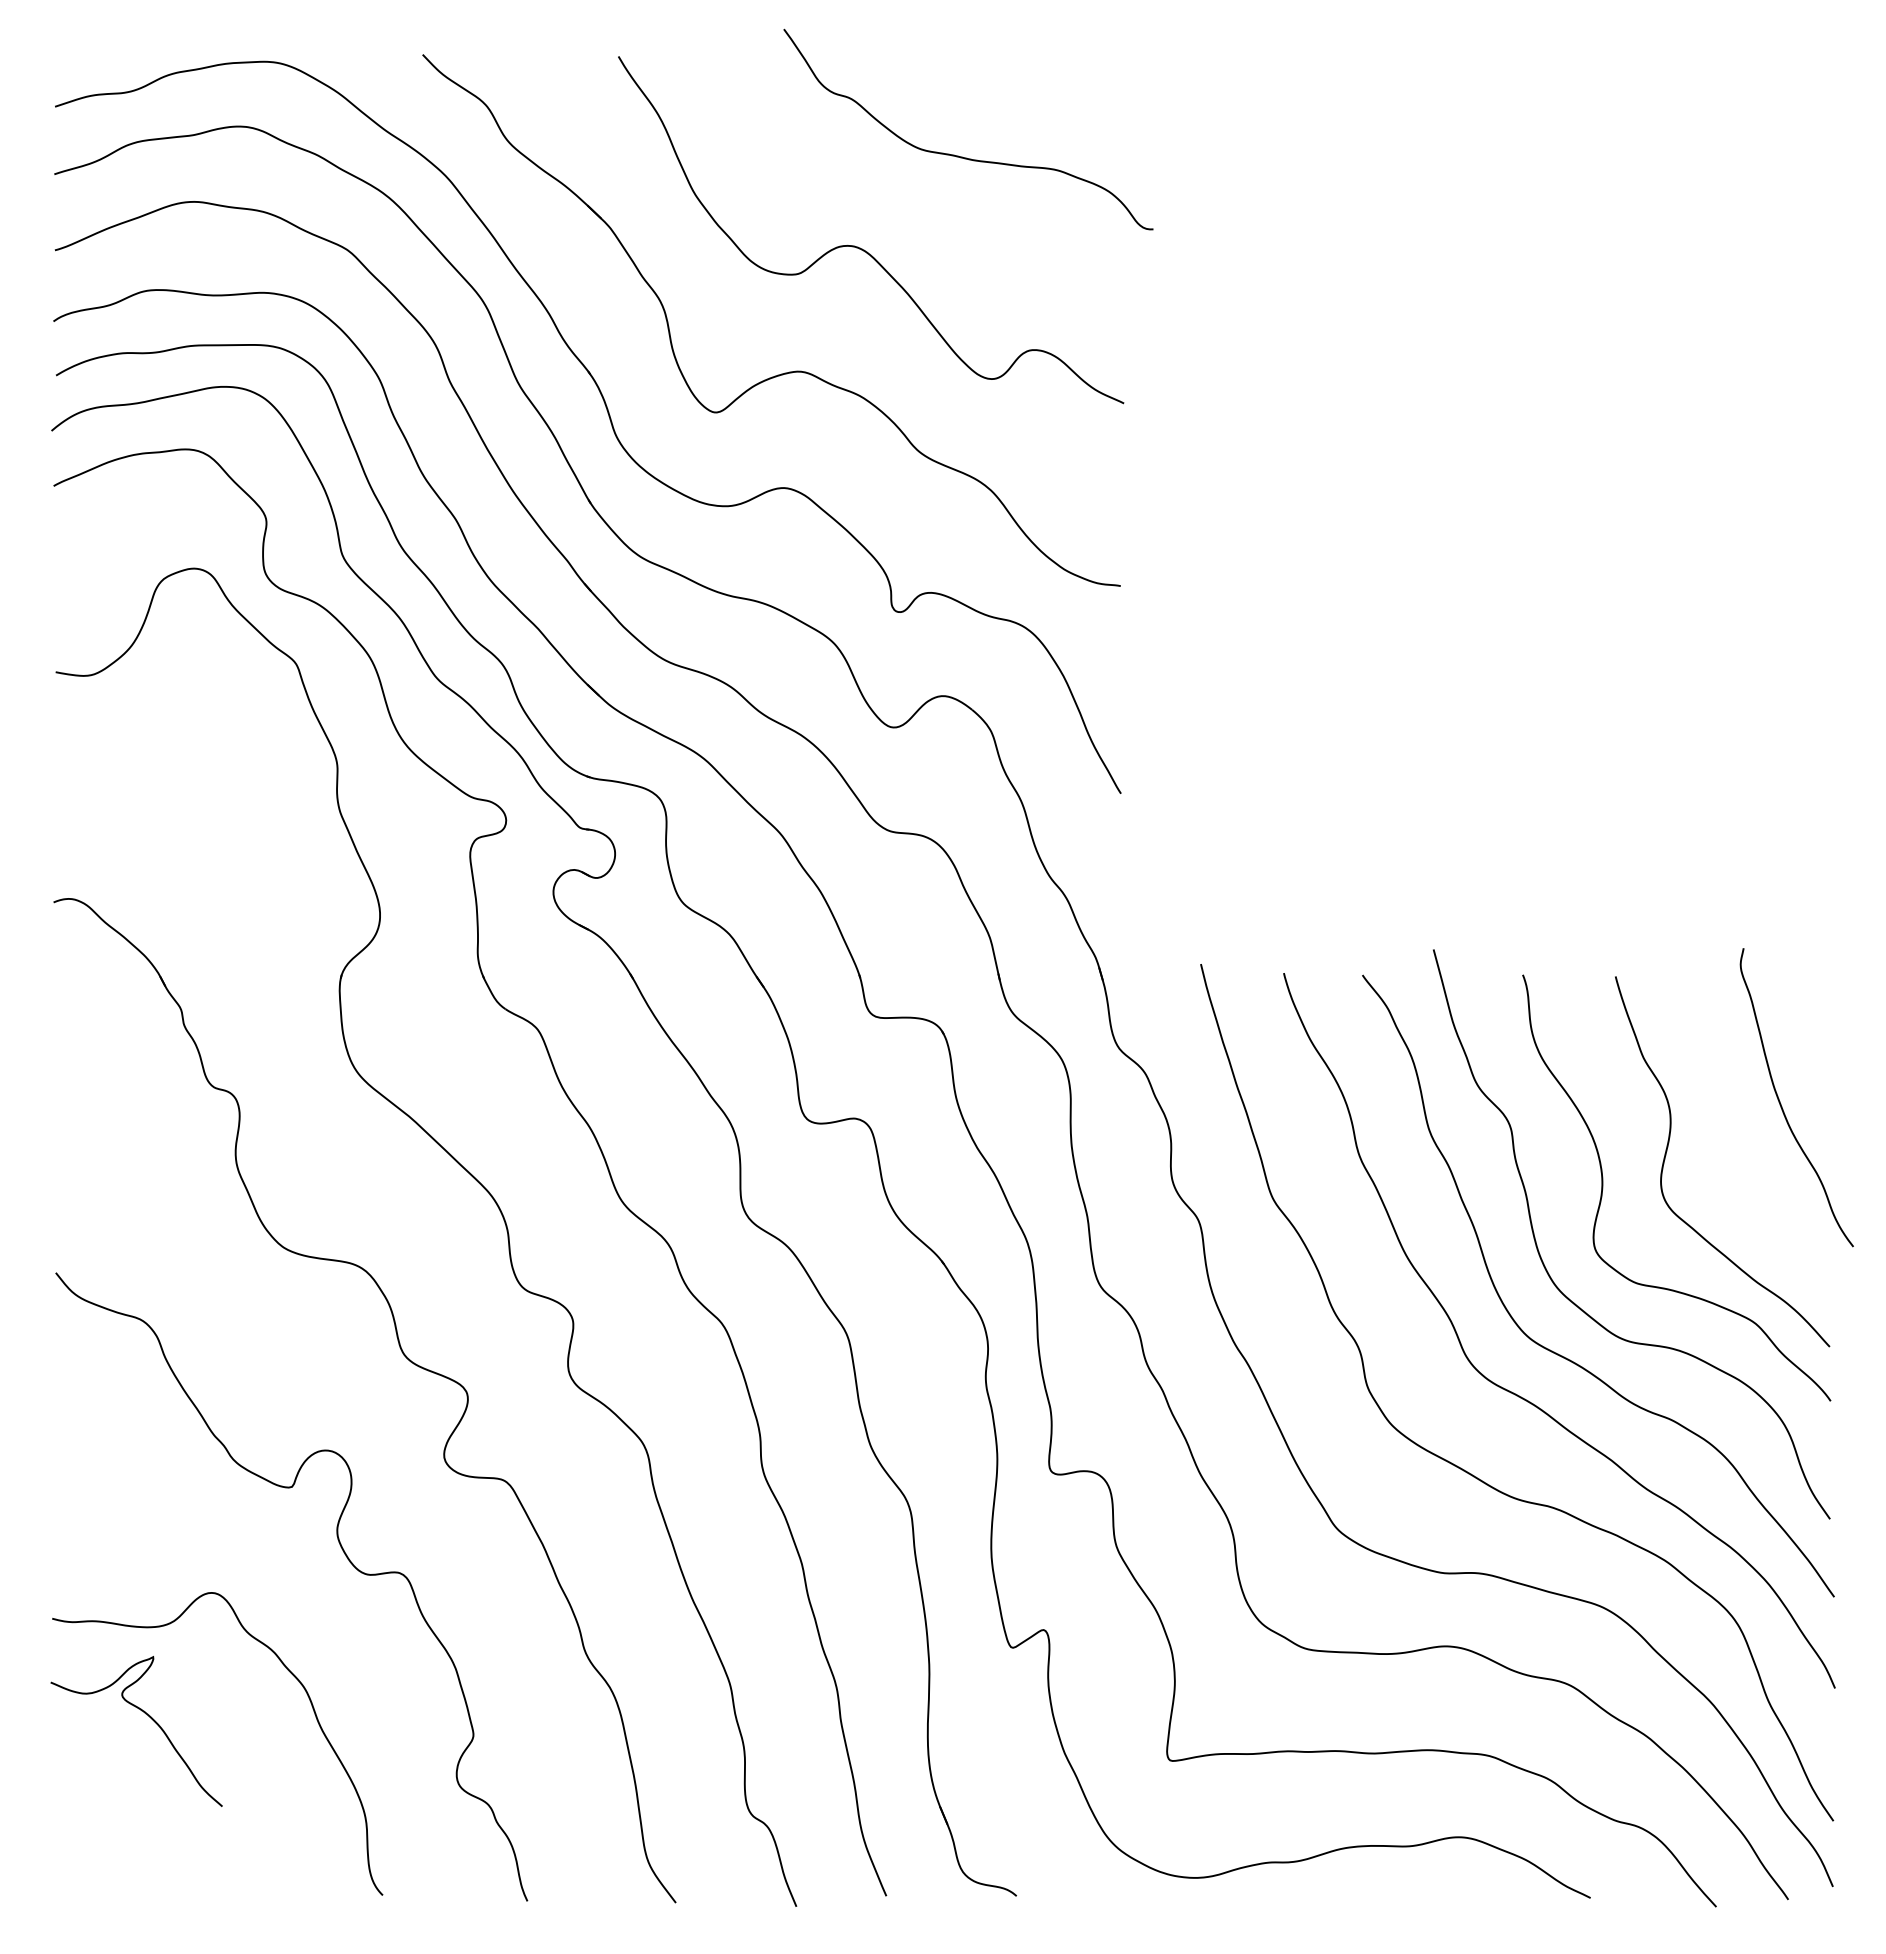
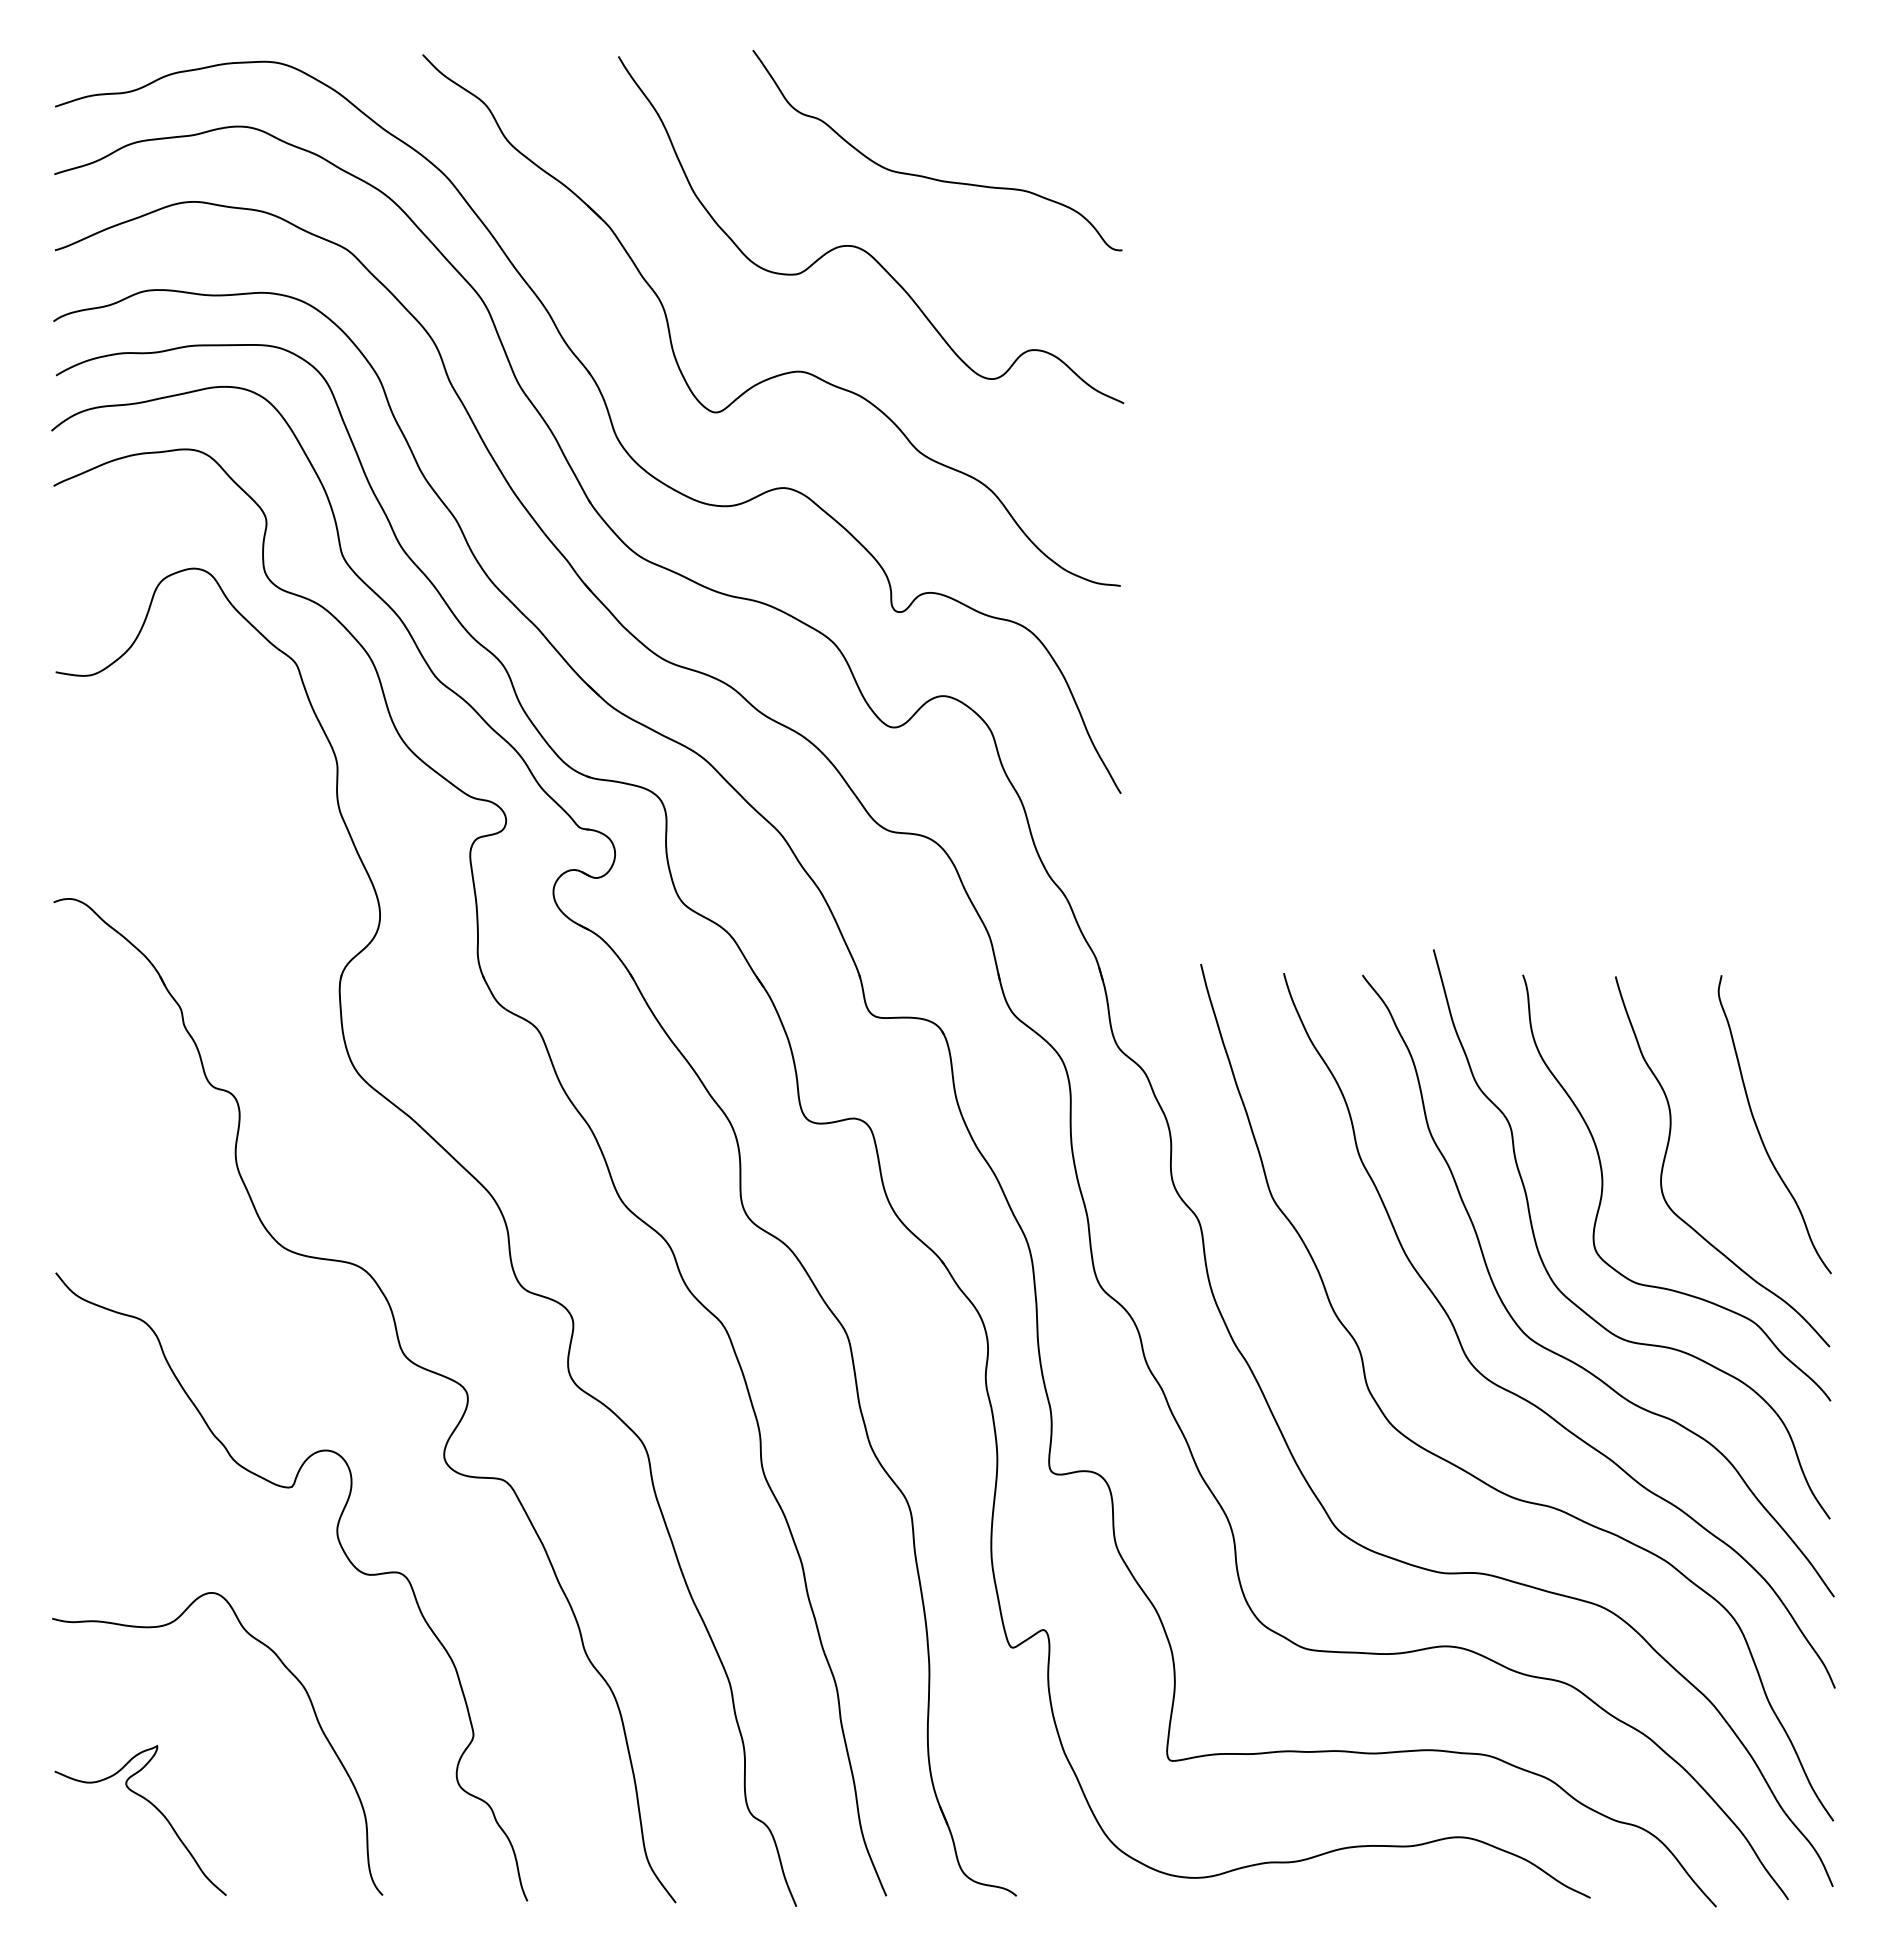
curve at (962, 156) position: (962, 156) -> (931, 177)
curve at (1781, 1103) position: (1781, 1103) -> (1759, 1130)
curve at (149, 1717) position: (149, 1717) -> (153, 1806)
